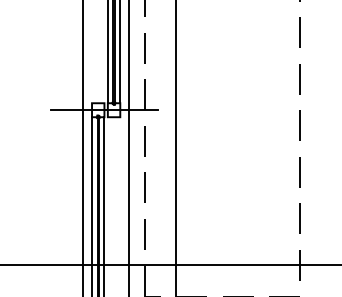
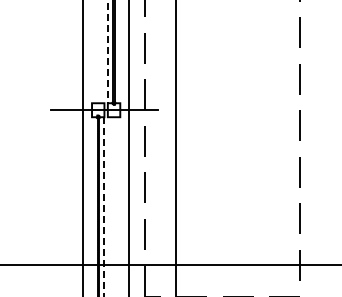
line at (107, 52): solid -> dashed
line at (120, 52): present -> none
line at (92, 205): present -> none
line at (104, 207): solid -> dashed
